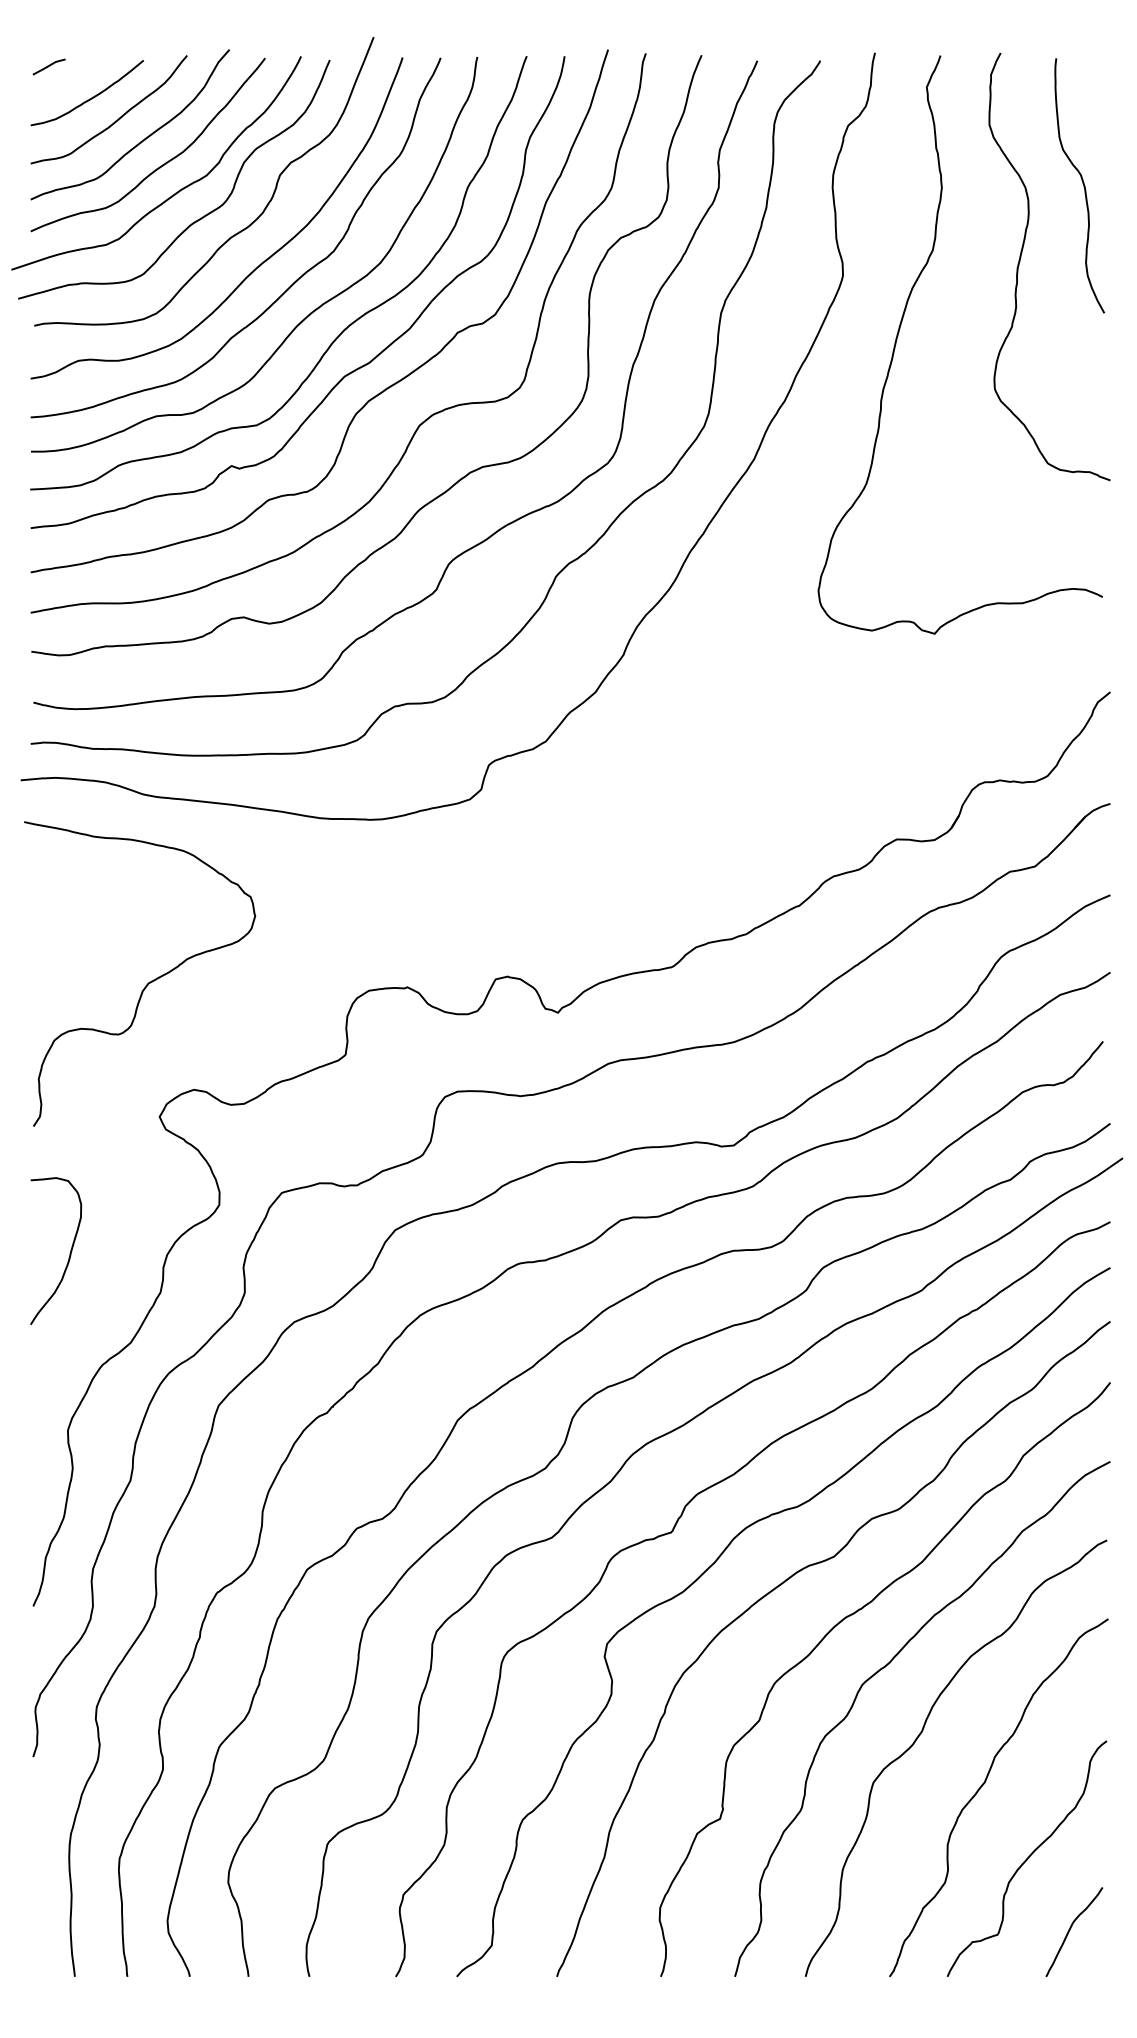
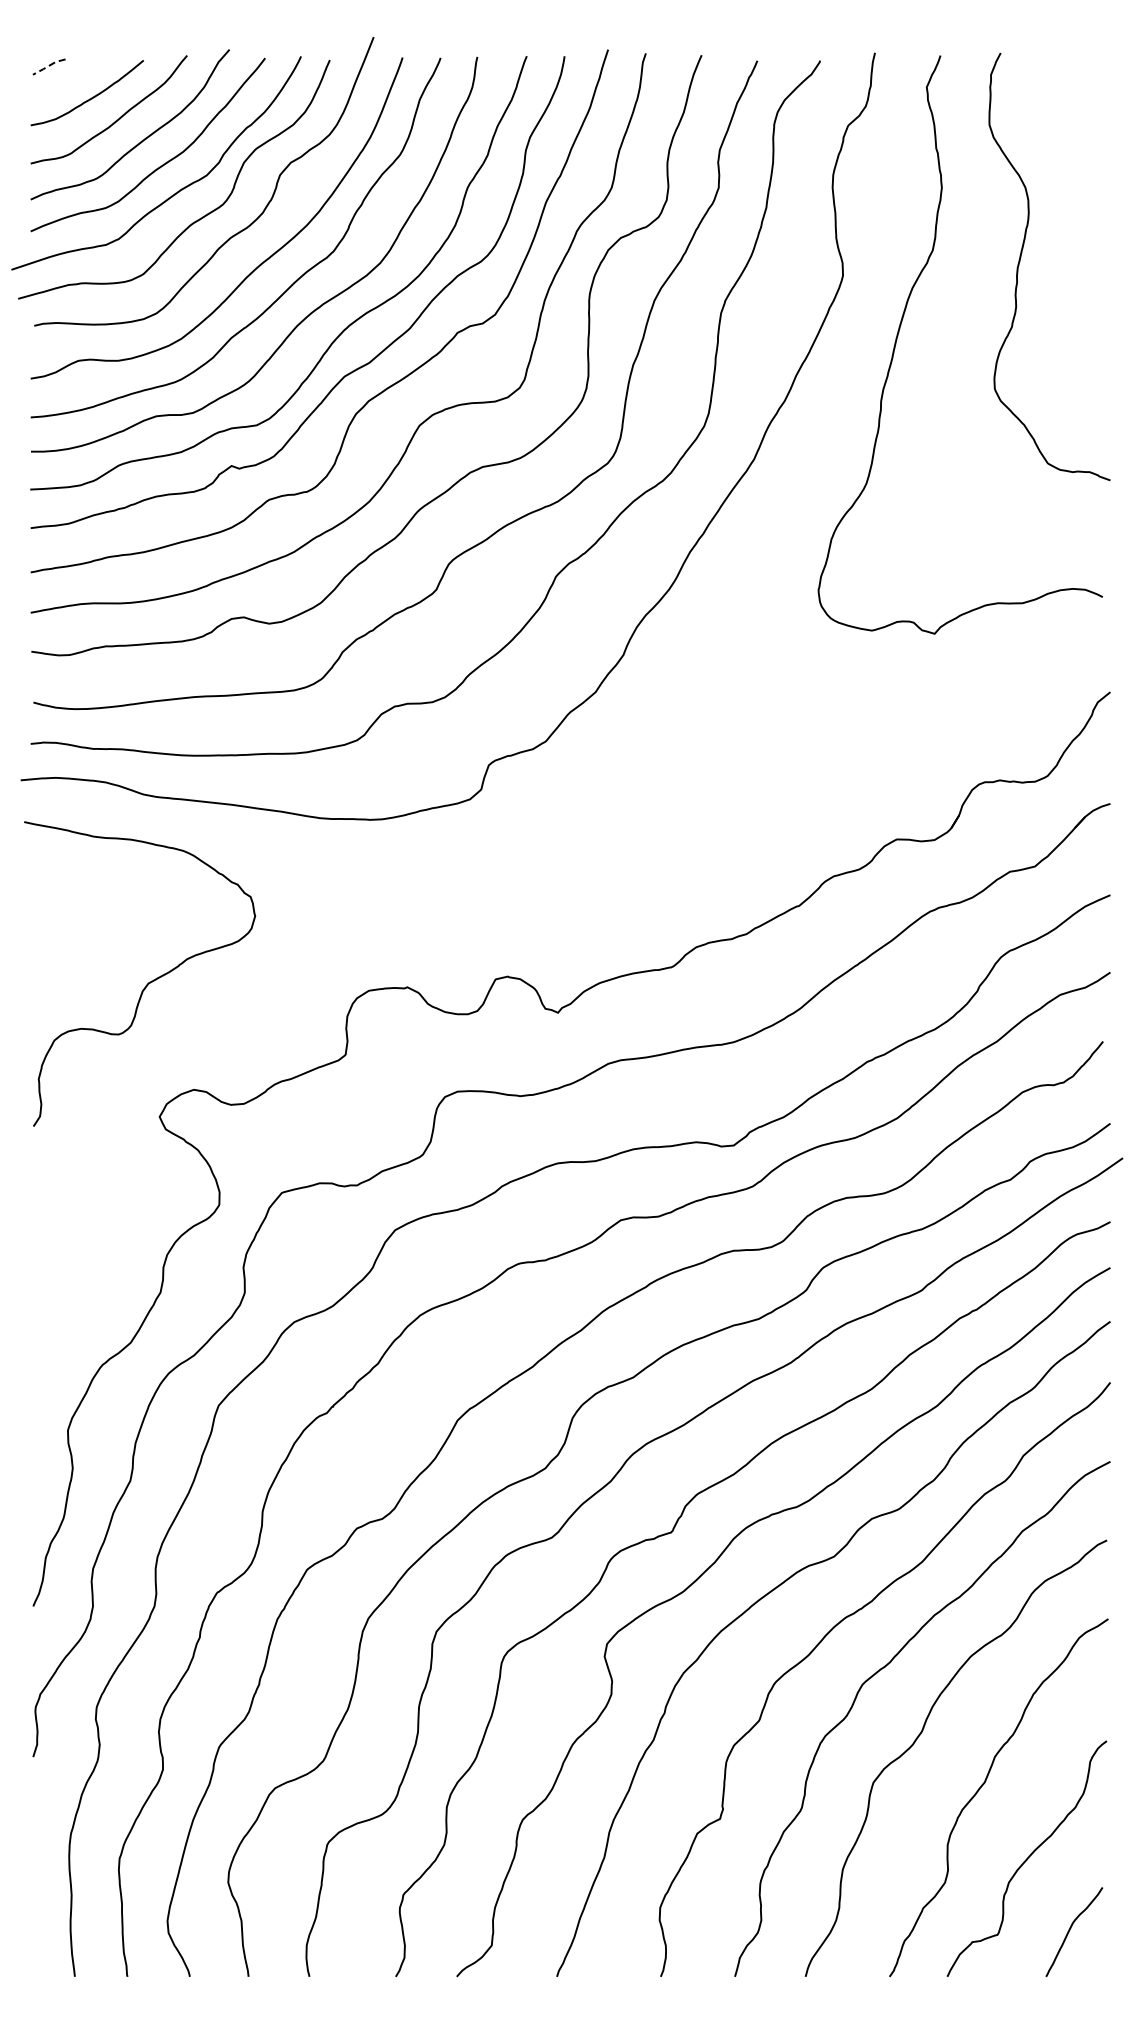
line at (49, 65): solid -> dashed
curve at (1082, 183): present -> none
curve at (69, 1253): present -> none
